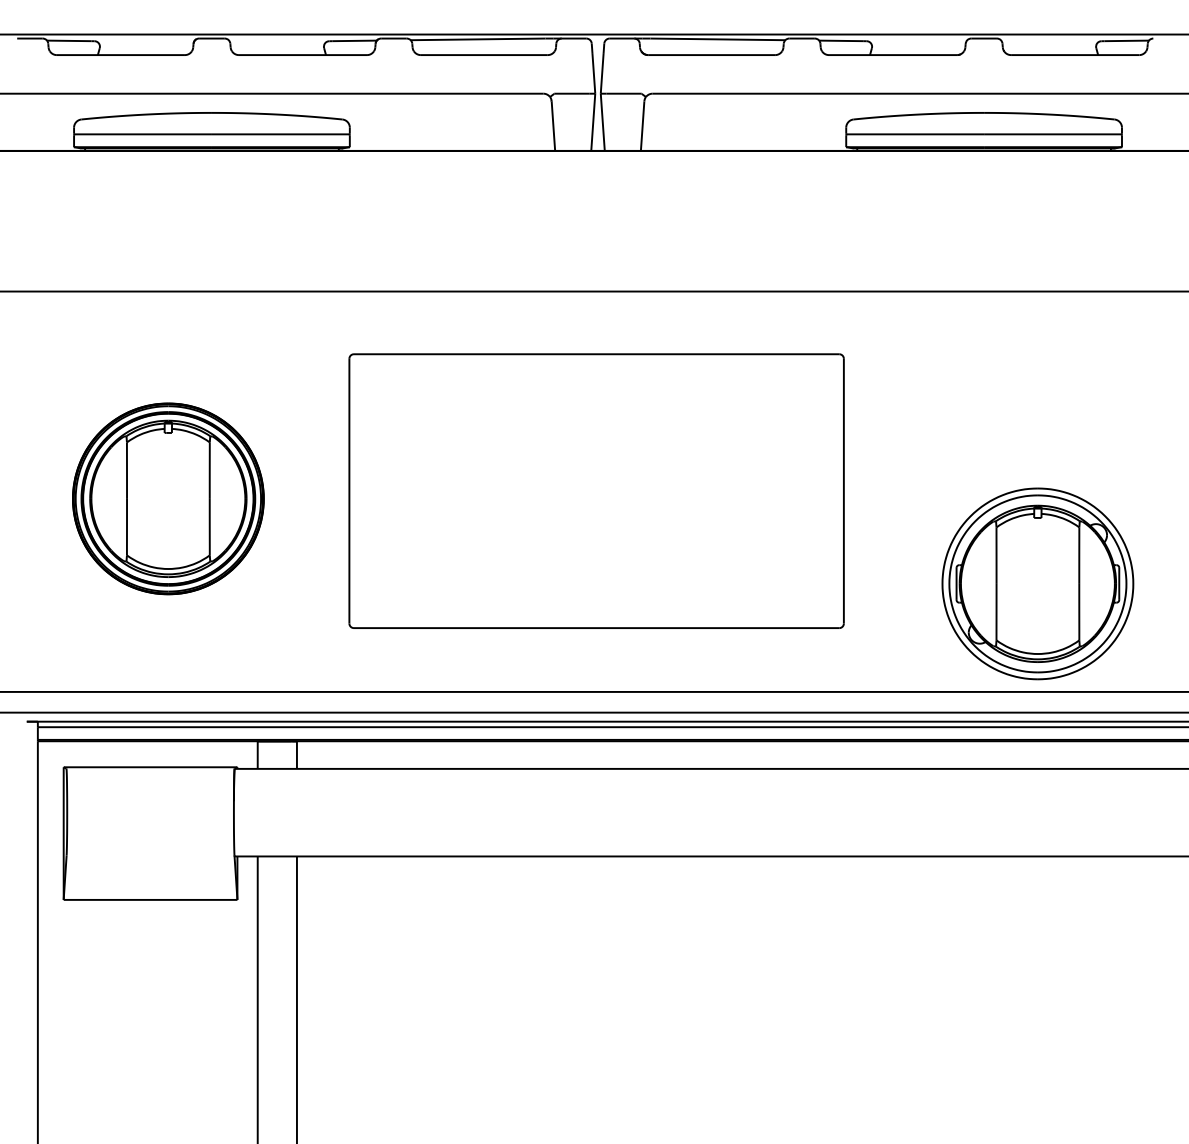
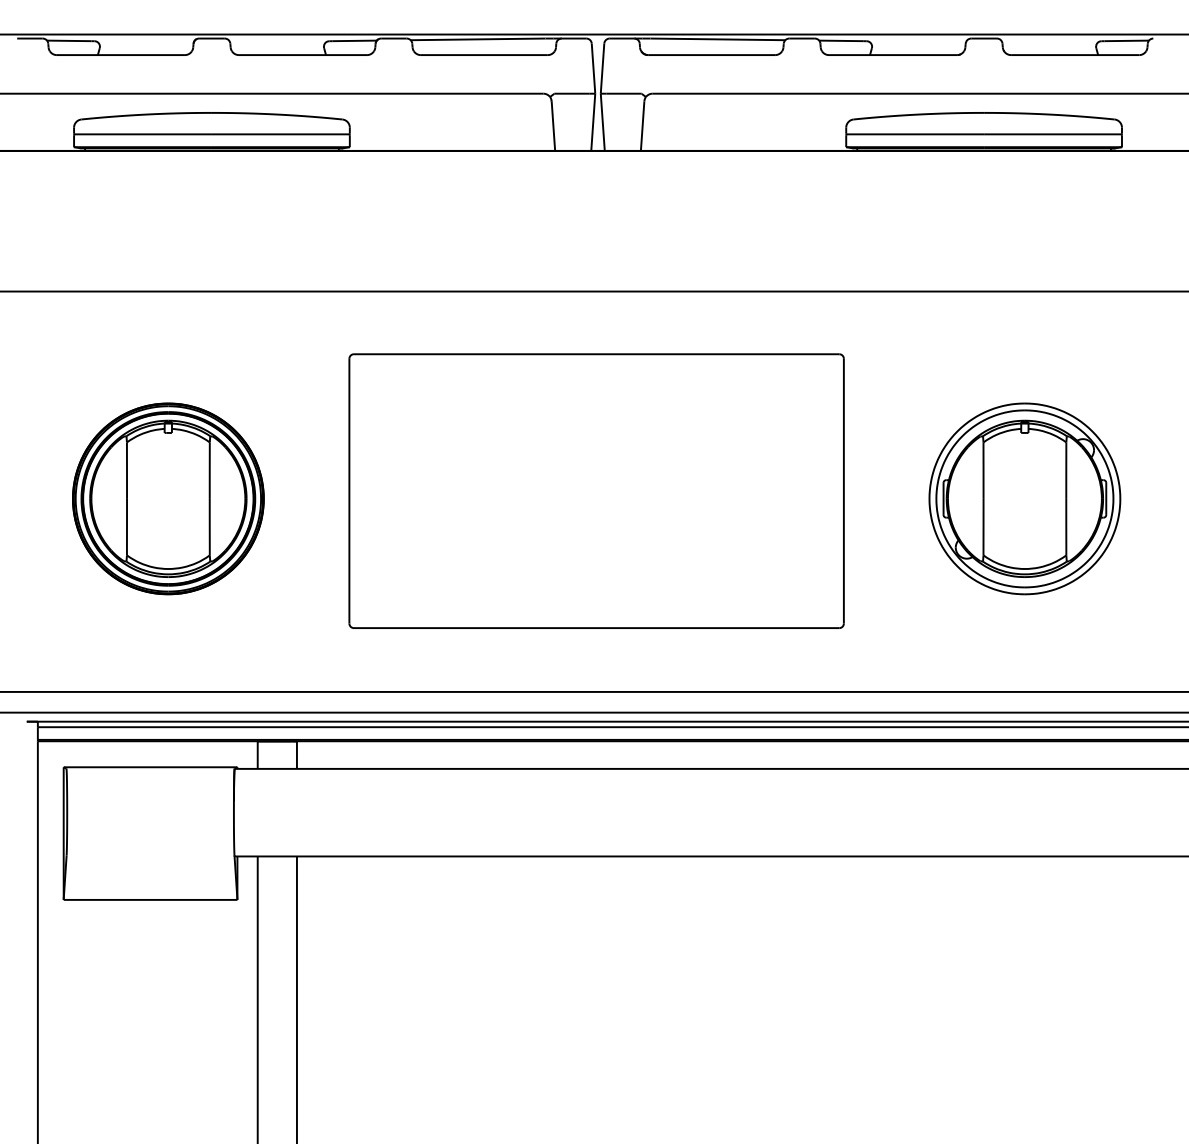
part at (1037, 583) position: (1037, 583) -> (1024, 498)
